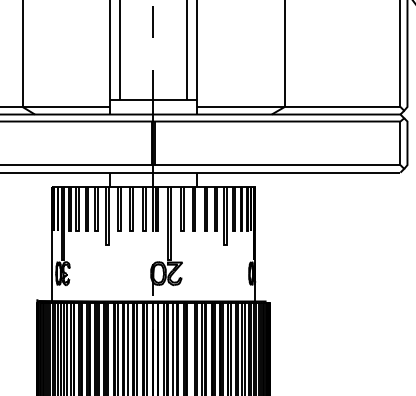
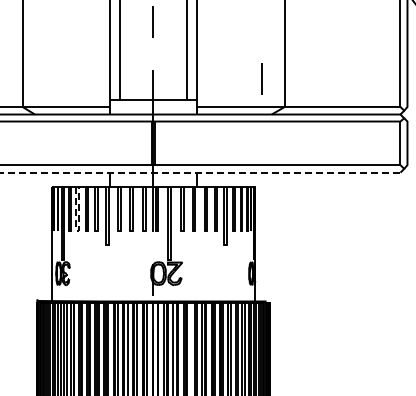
line at (261, 78): none -> present
line at (199, 172): solid -> dashed
line at (77, 230): solid -> dashed
